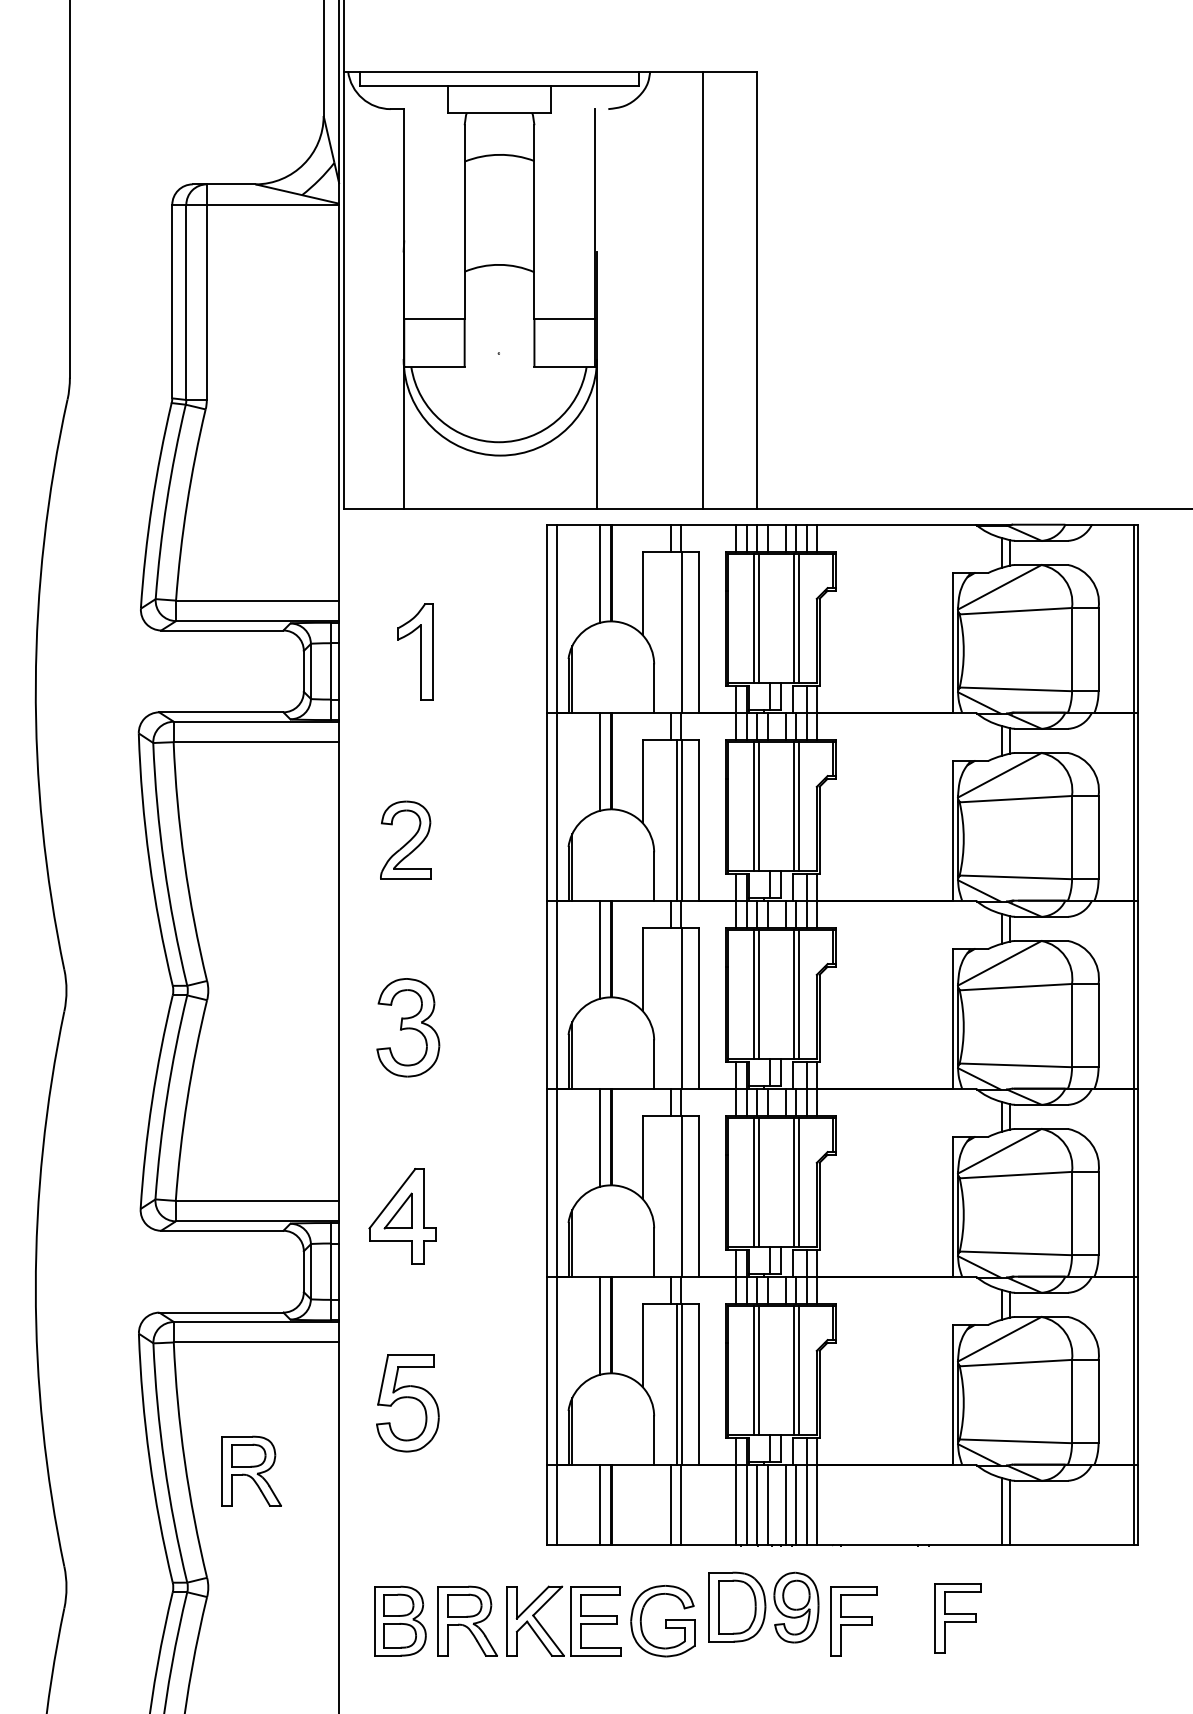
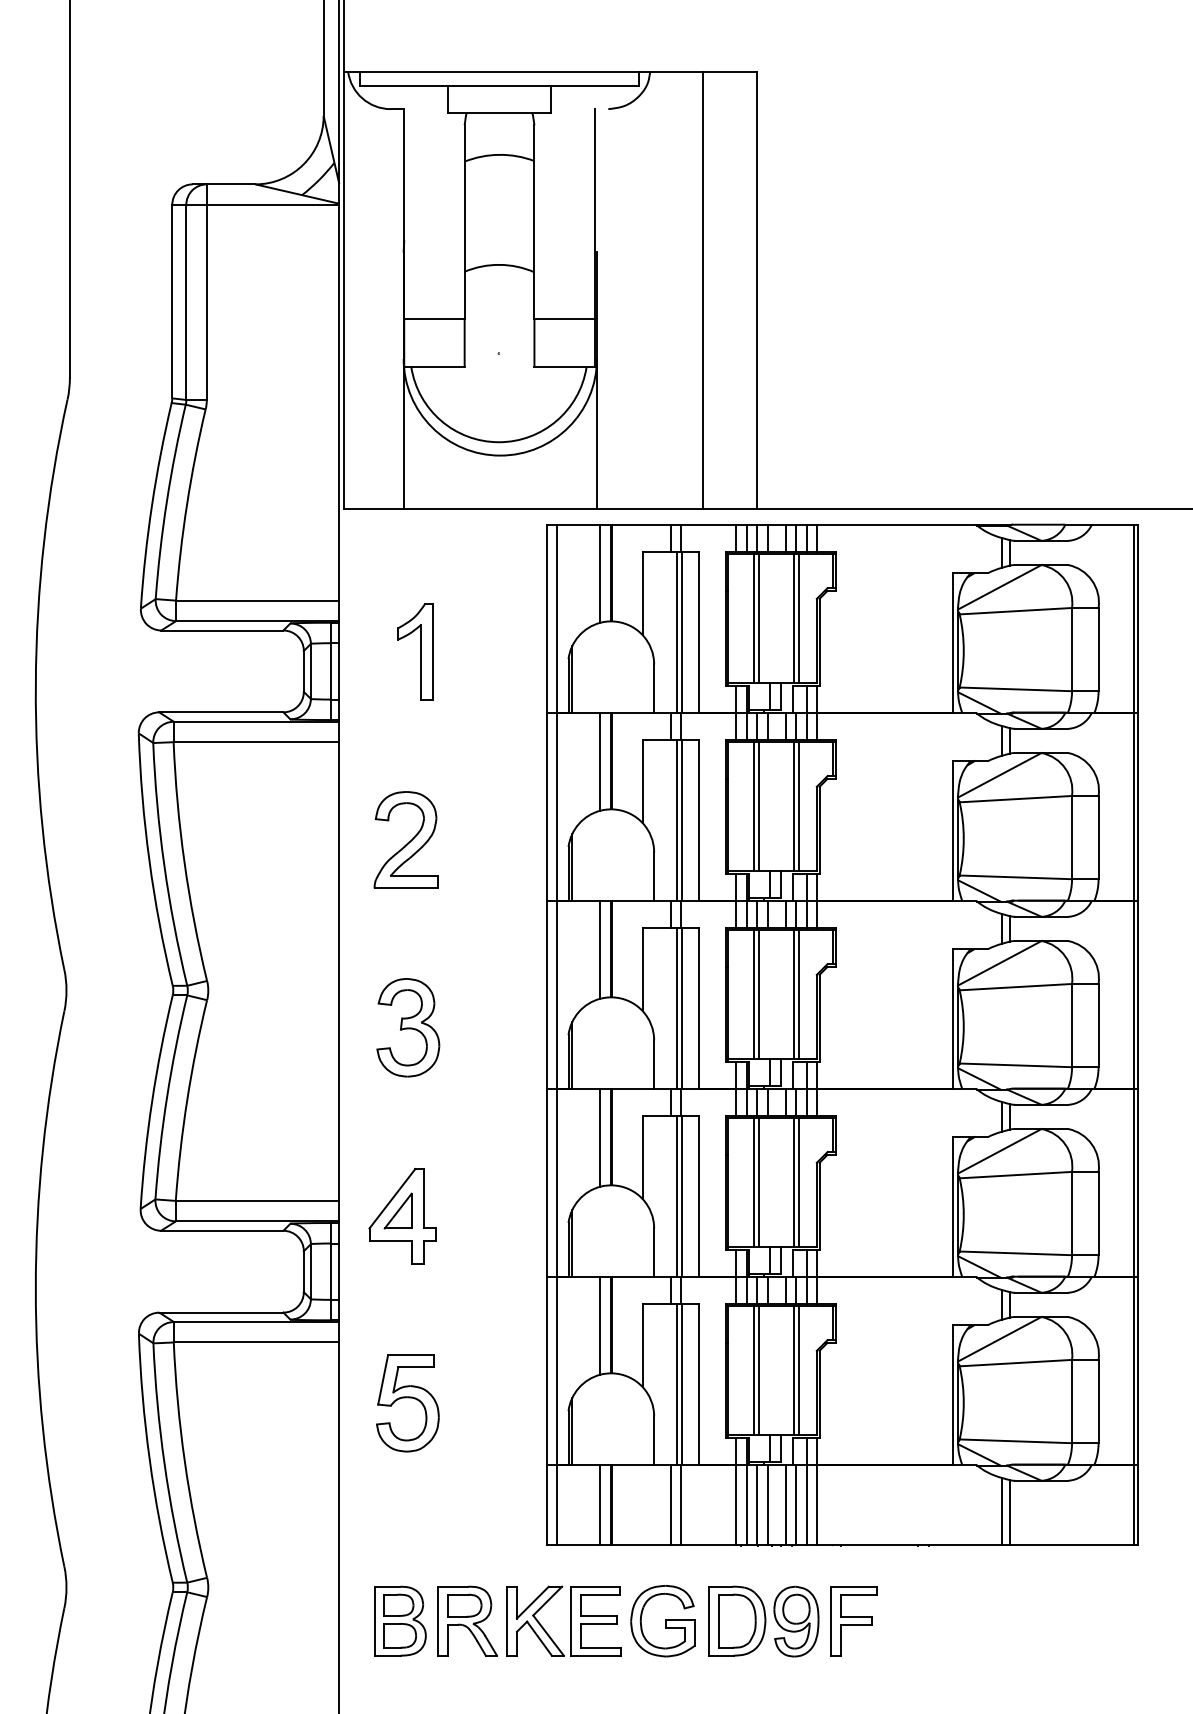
line at (677, 631): none -> present
part at (405, 839) size: 52x80 px -> 66x98 px
line at (677, 1007): none -> present
line at (677, 1195): none -> present
part at (251, 1470): present -> none
part at (763, 1607) position: (763, 1607) -> (763, 1621)
part at (957, 1618): present -> none
